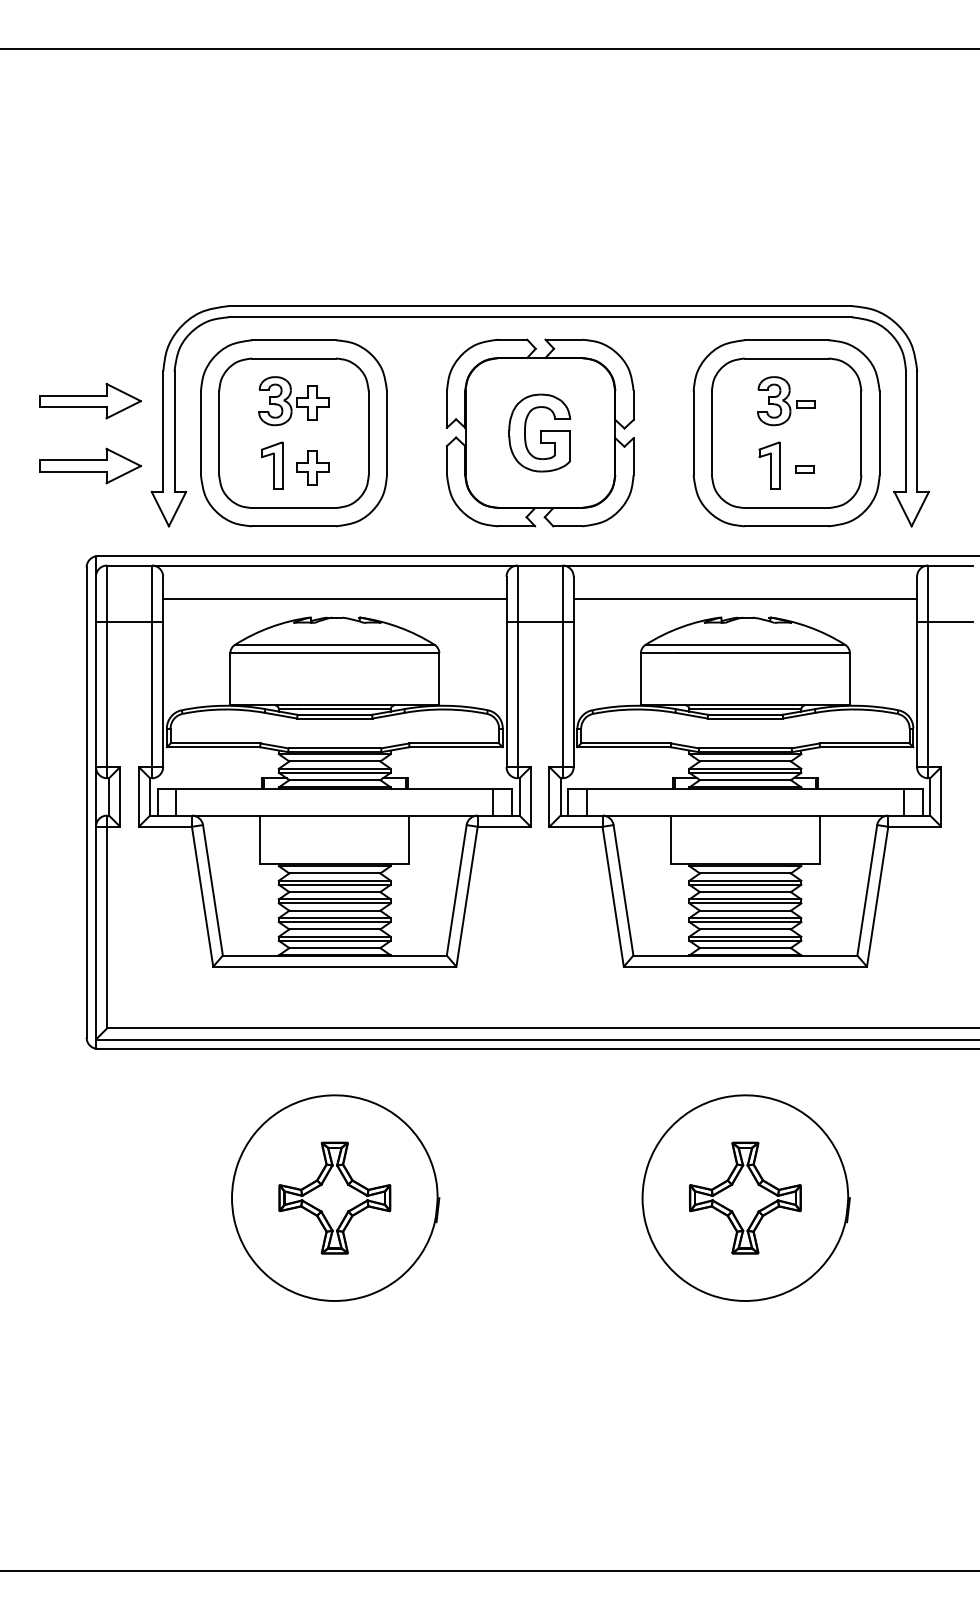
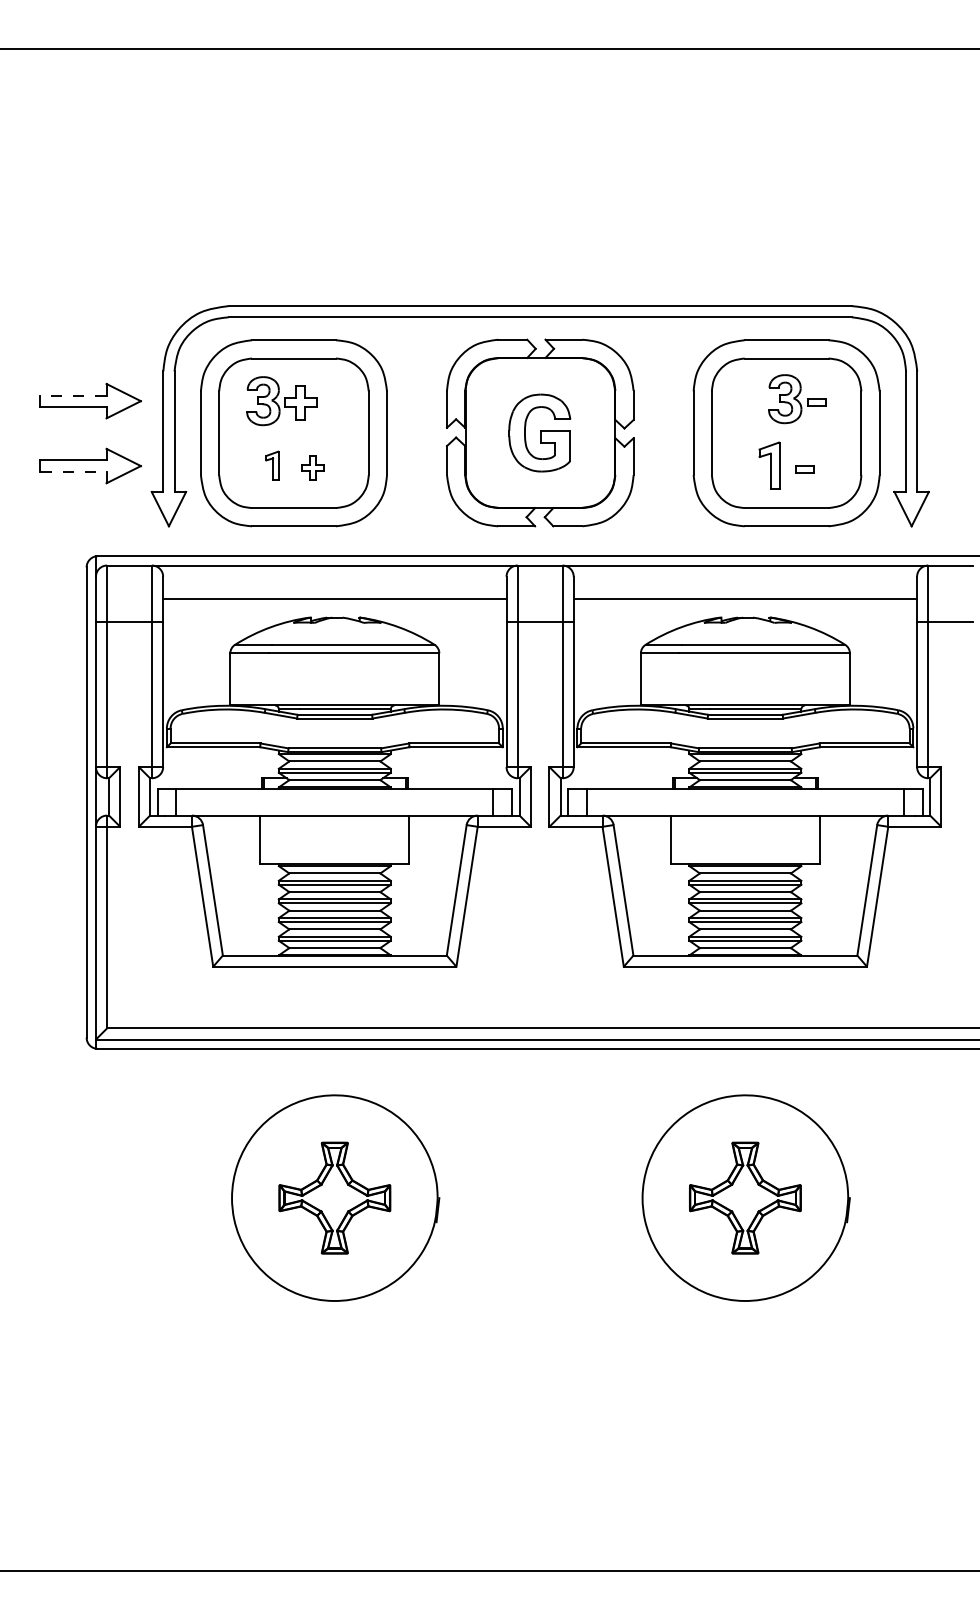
line at (72, 395): solid -> dashed
part at (293, 401) position: (293, 401) -> (281, 401)
part at (786, 401) position: (786, 401) -> (797, 399)
part at (272, 465) size: 23x49 px -> 15x31 px
part at (312, 467) size: 34x36 px -> 24x26 px
line at (73, 471): solid -> dashed
